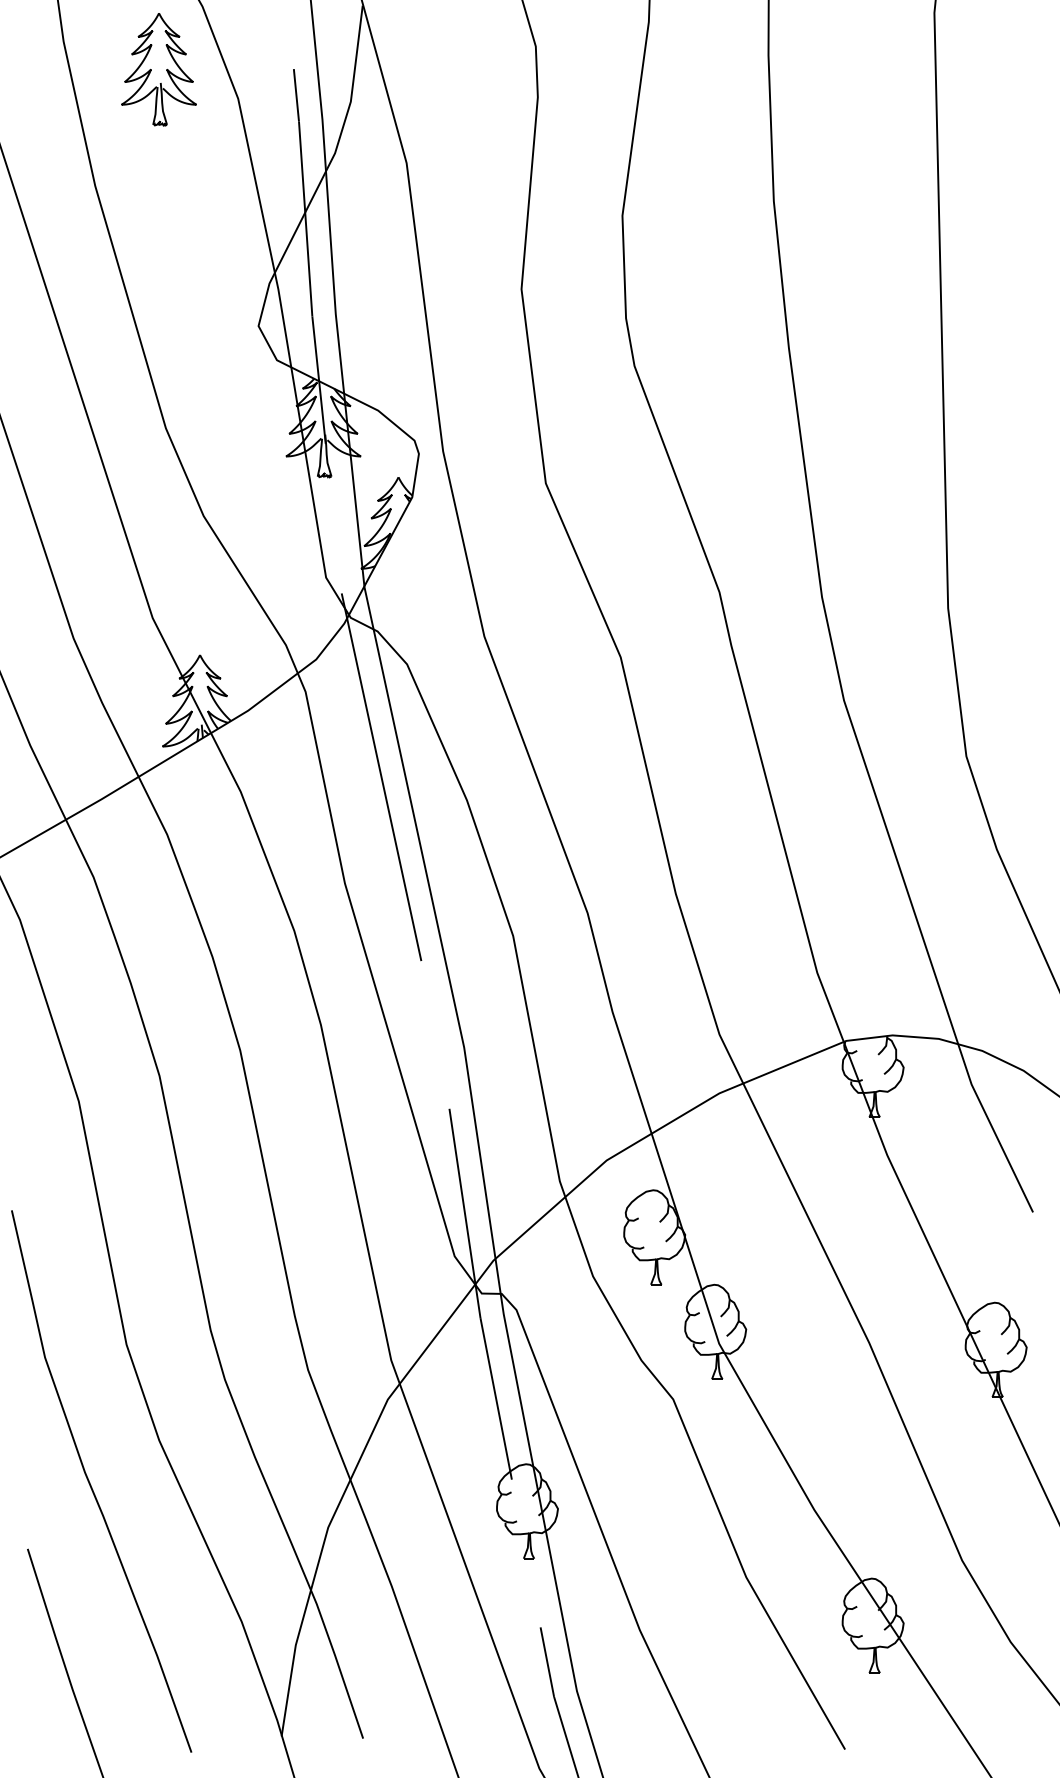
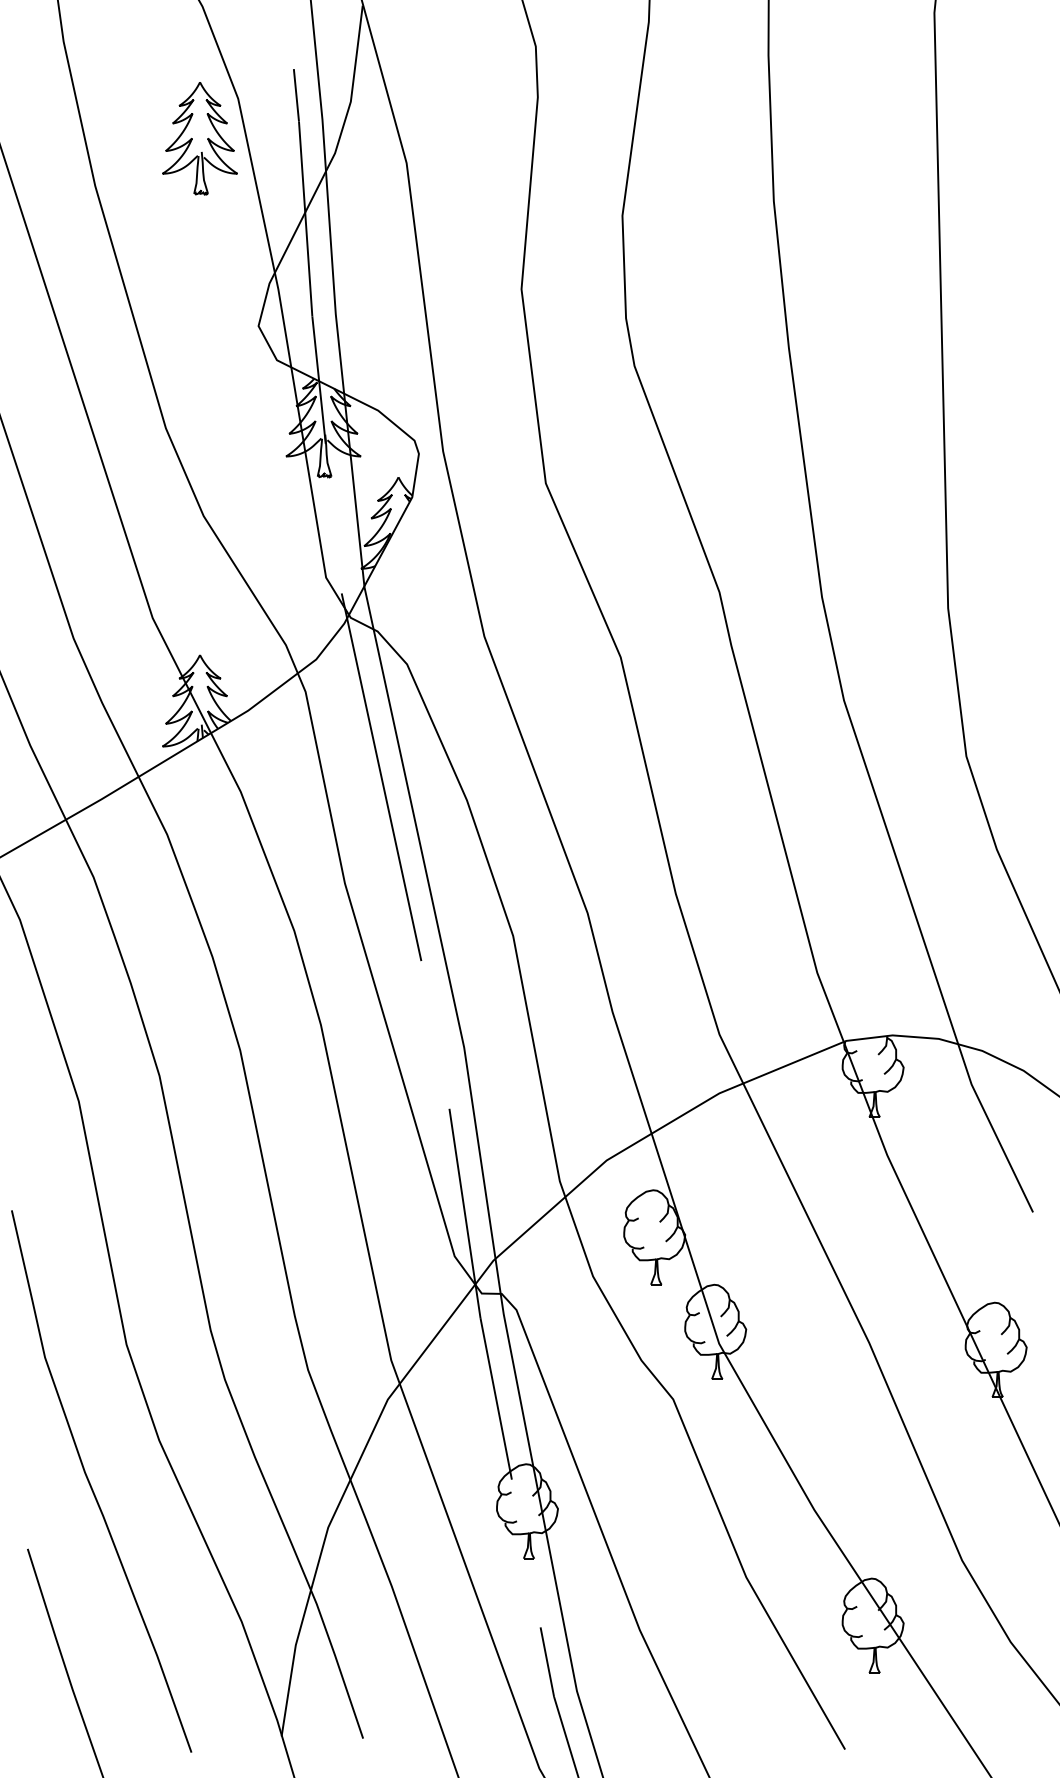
part at (158, 69) position: (158, 69) -> (199, 138)
